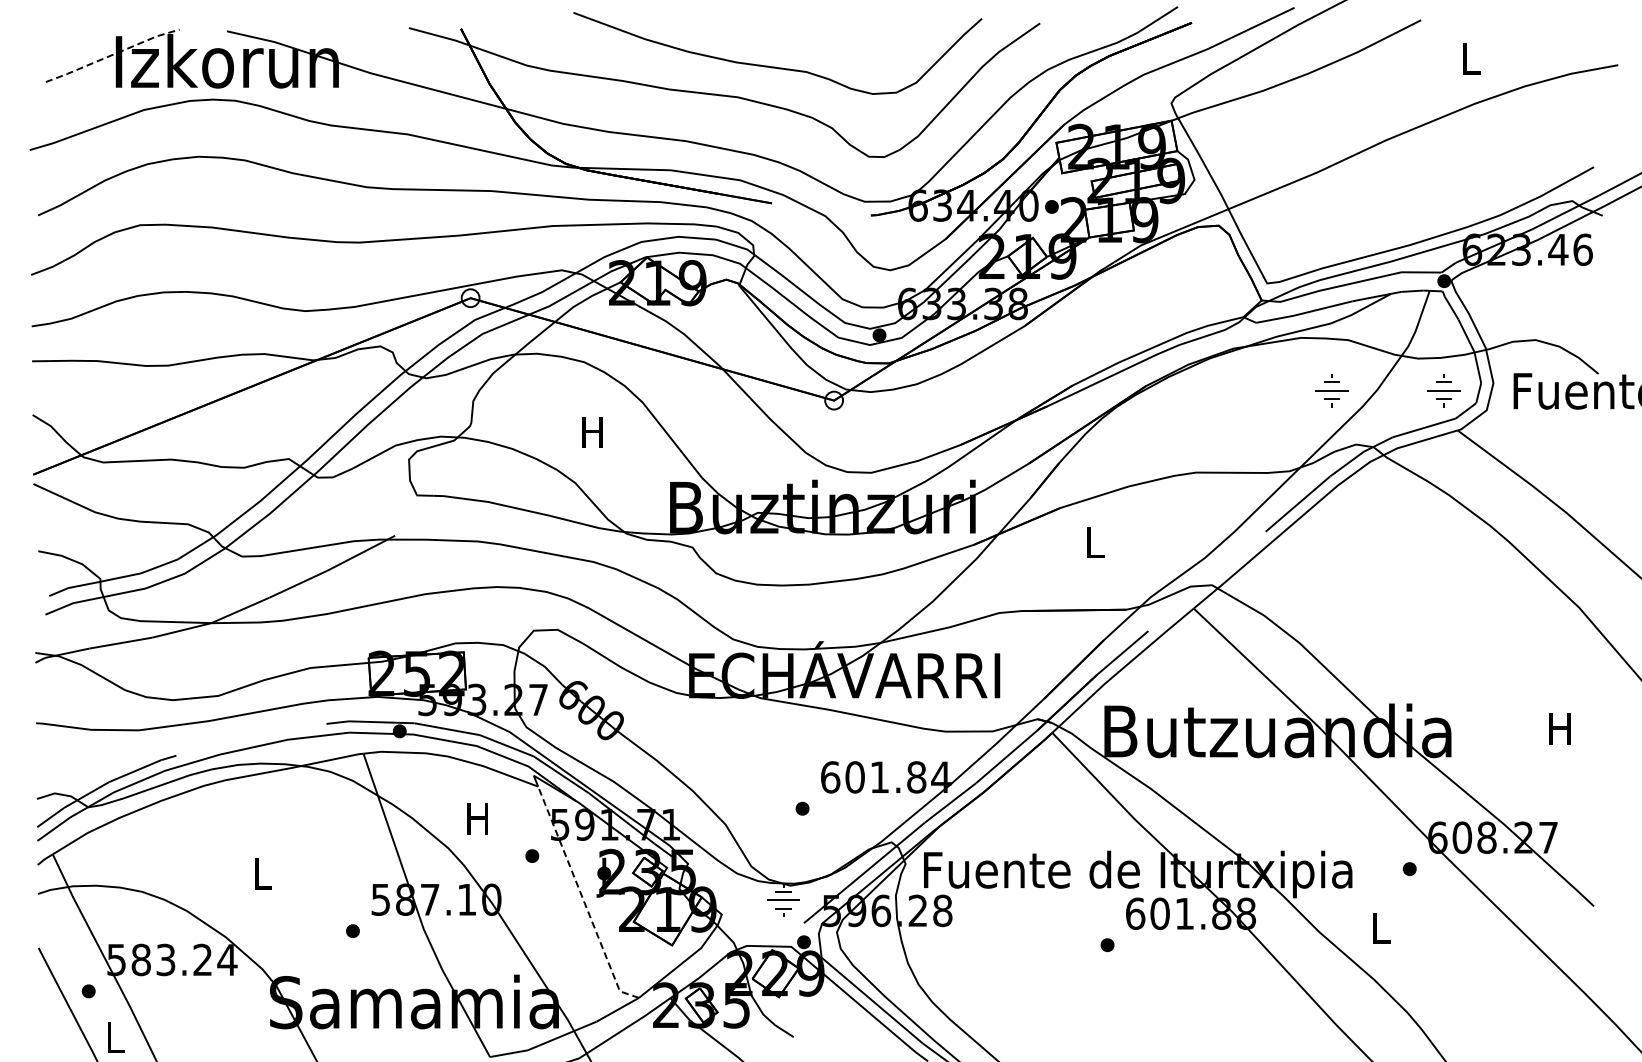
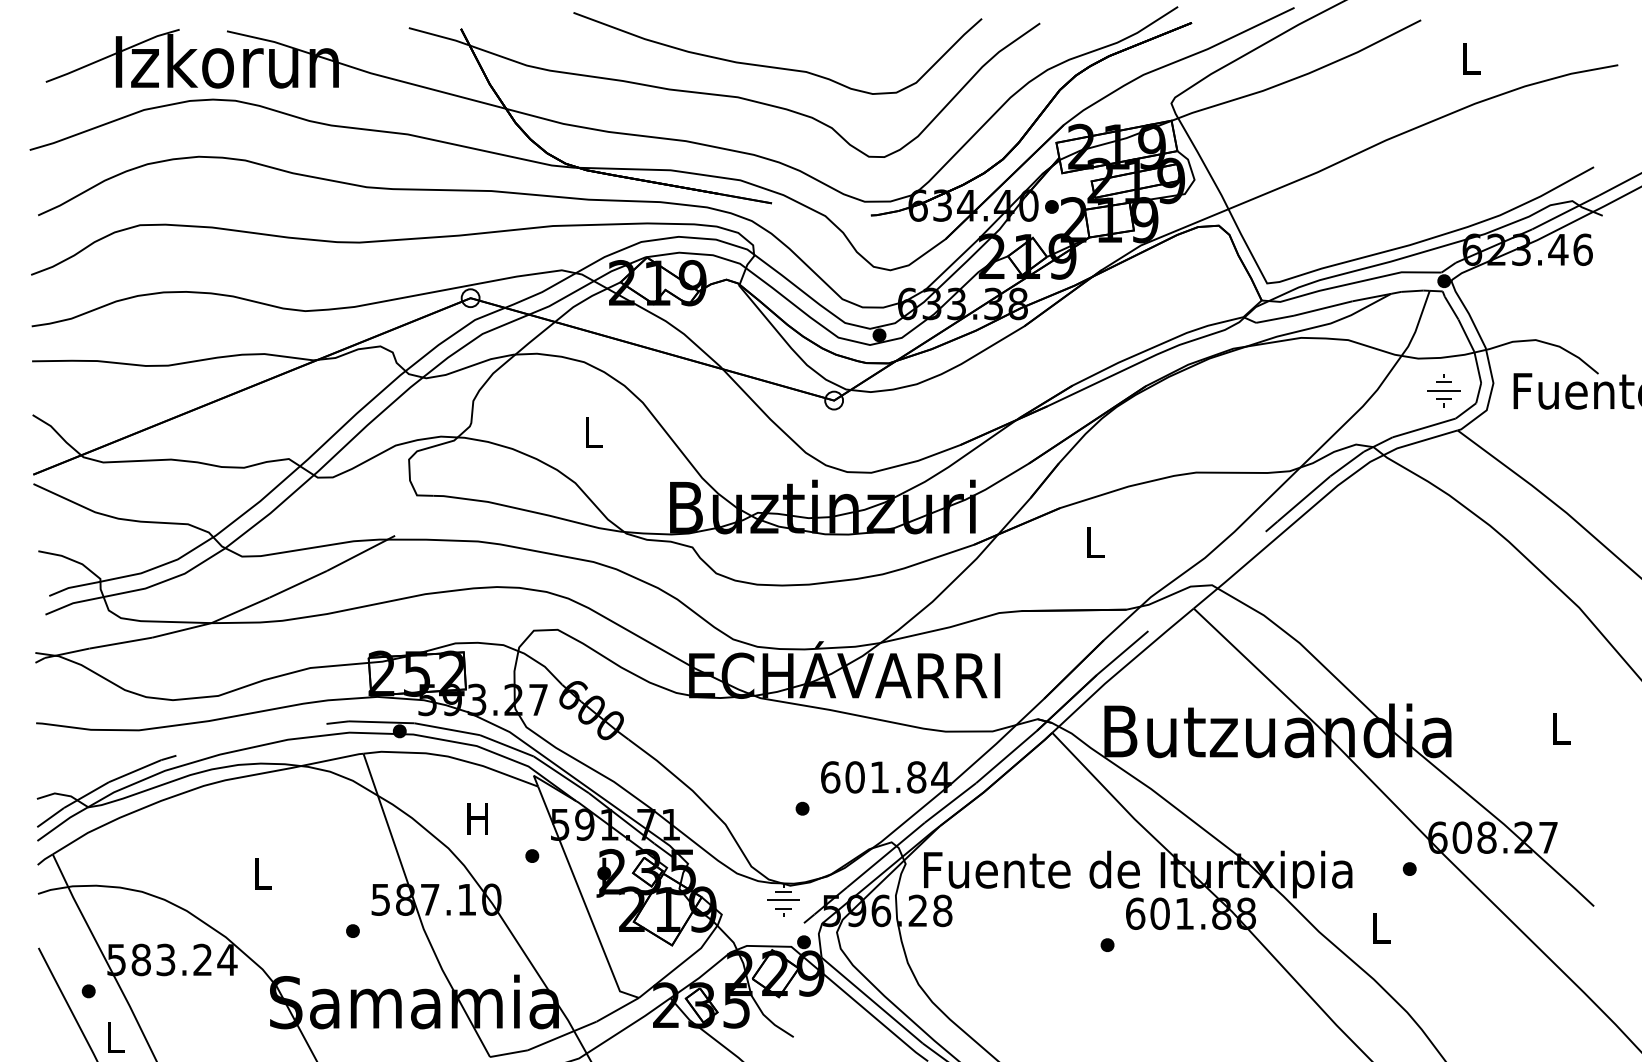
line at (112, 55): dashed -> solid
part at (1331, 390): present -> none
text at (592, 432): H -> L
text at (1559, 728): H -> L
line at (582, 898): dashed -> solid
